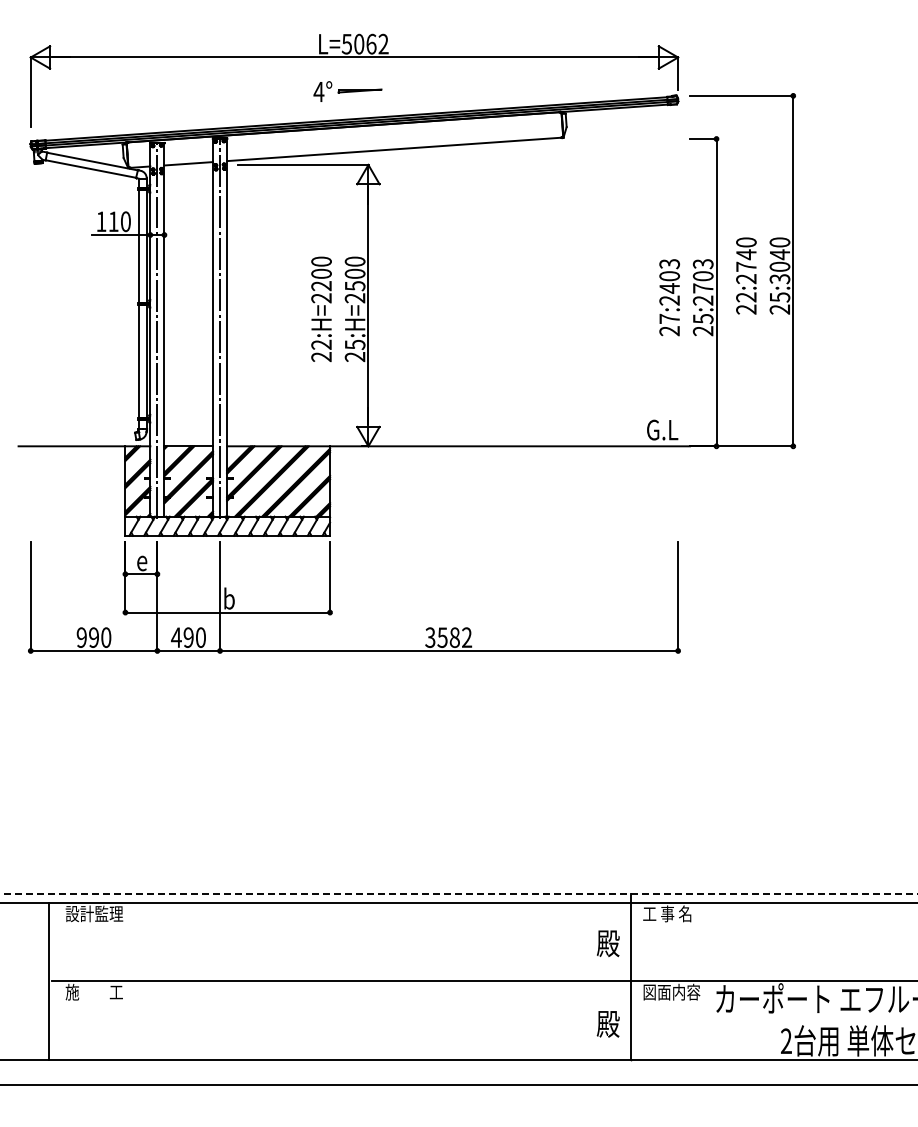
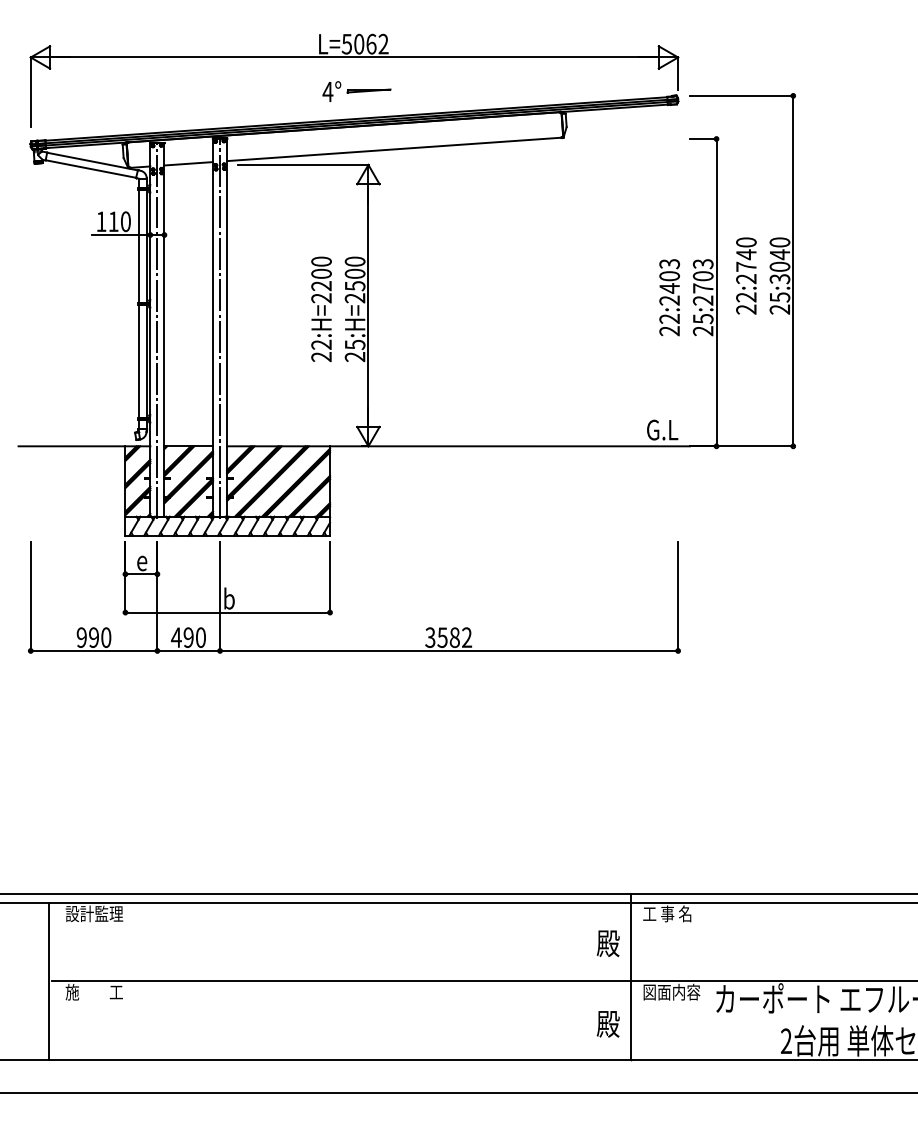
part at (347, 91) position: (347, 91) -> (356, 91)
text at (669, 318): 27:2403 -> 22:2403
line at (458, 893): dashed -> solid
line at (458, 1085) position: (458, 1085) -> (458, 1093)
